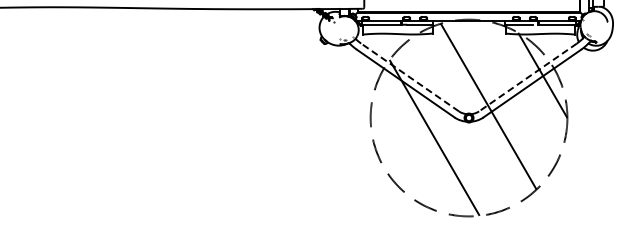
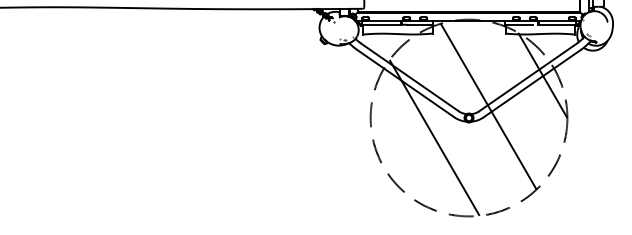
line at (410, 77): dashed -> solid
line at (527, 77): dashed -> solid
